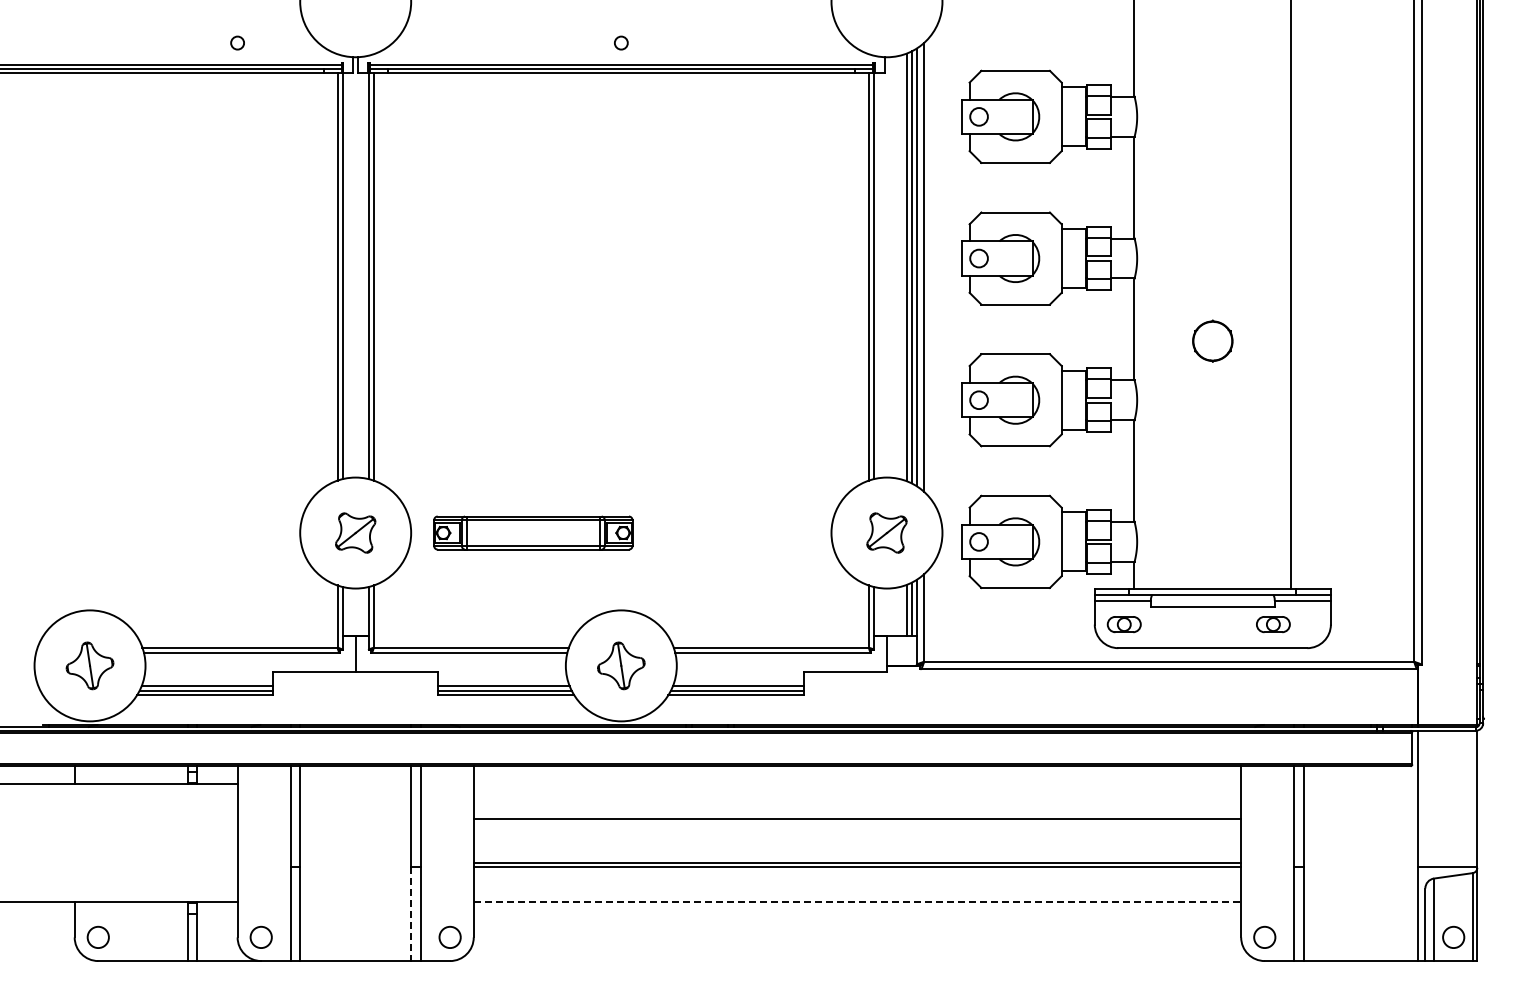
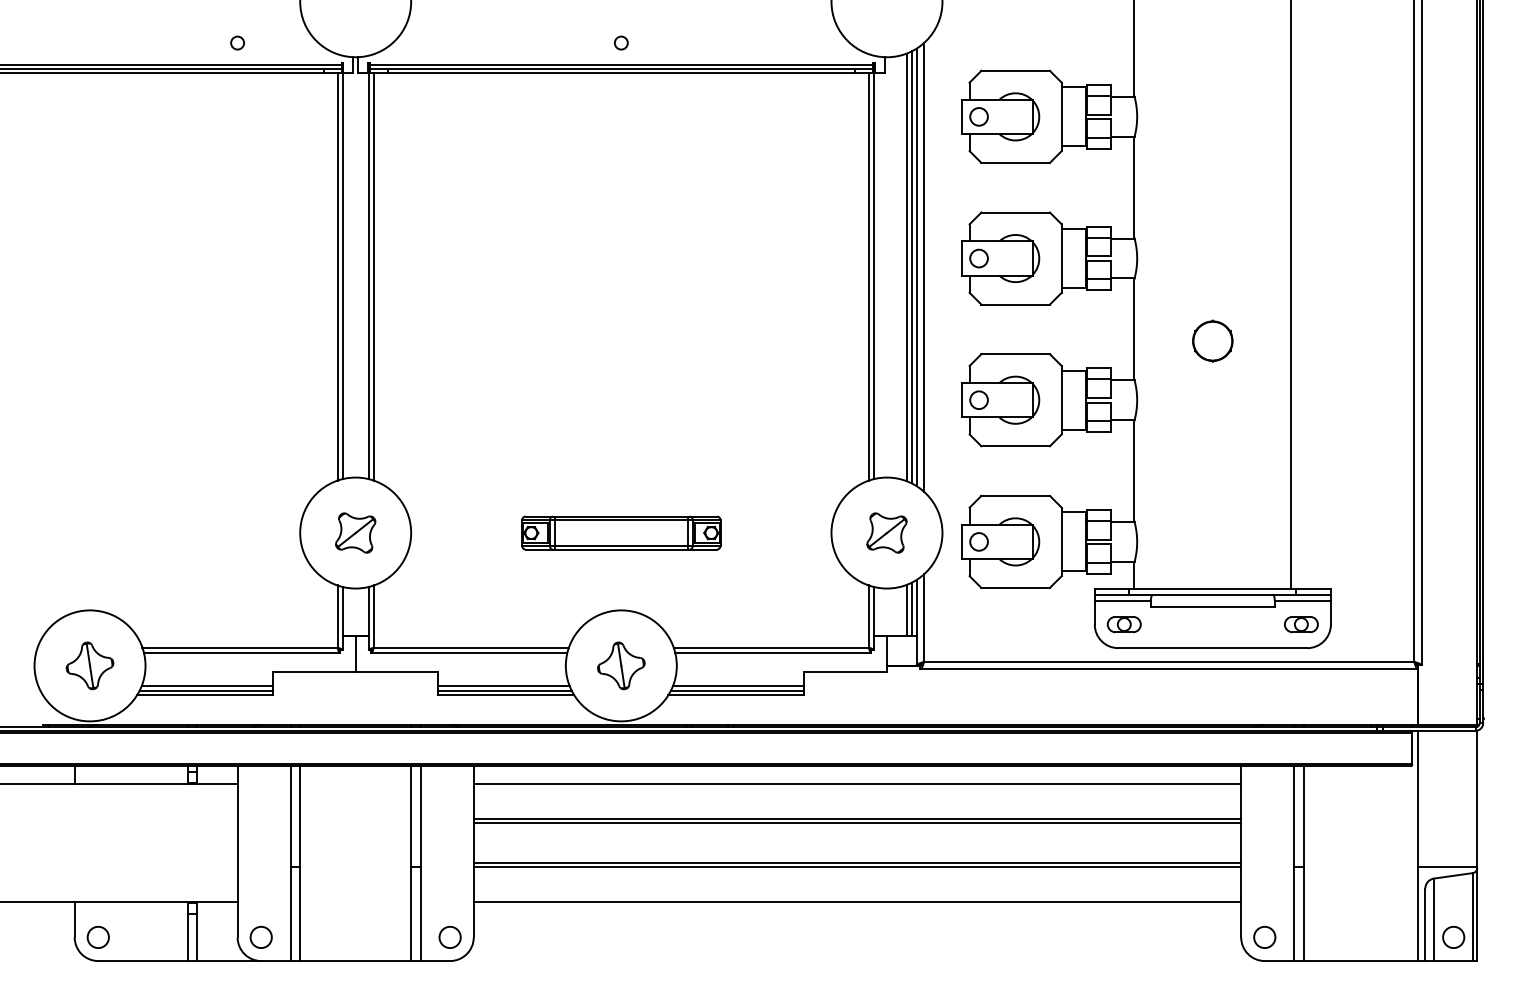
part at (533, 532) position: (533, 532) -> (621, 532)
part at (1273, 624) position: (1273, 624) -> (1301, 624)
line at (857, 783): none -> present
line at (857, 822): none -> present
line at (857, 902): dashed -> solid
line at (411, 914): dashed -> solid
